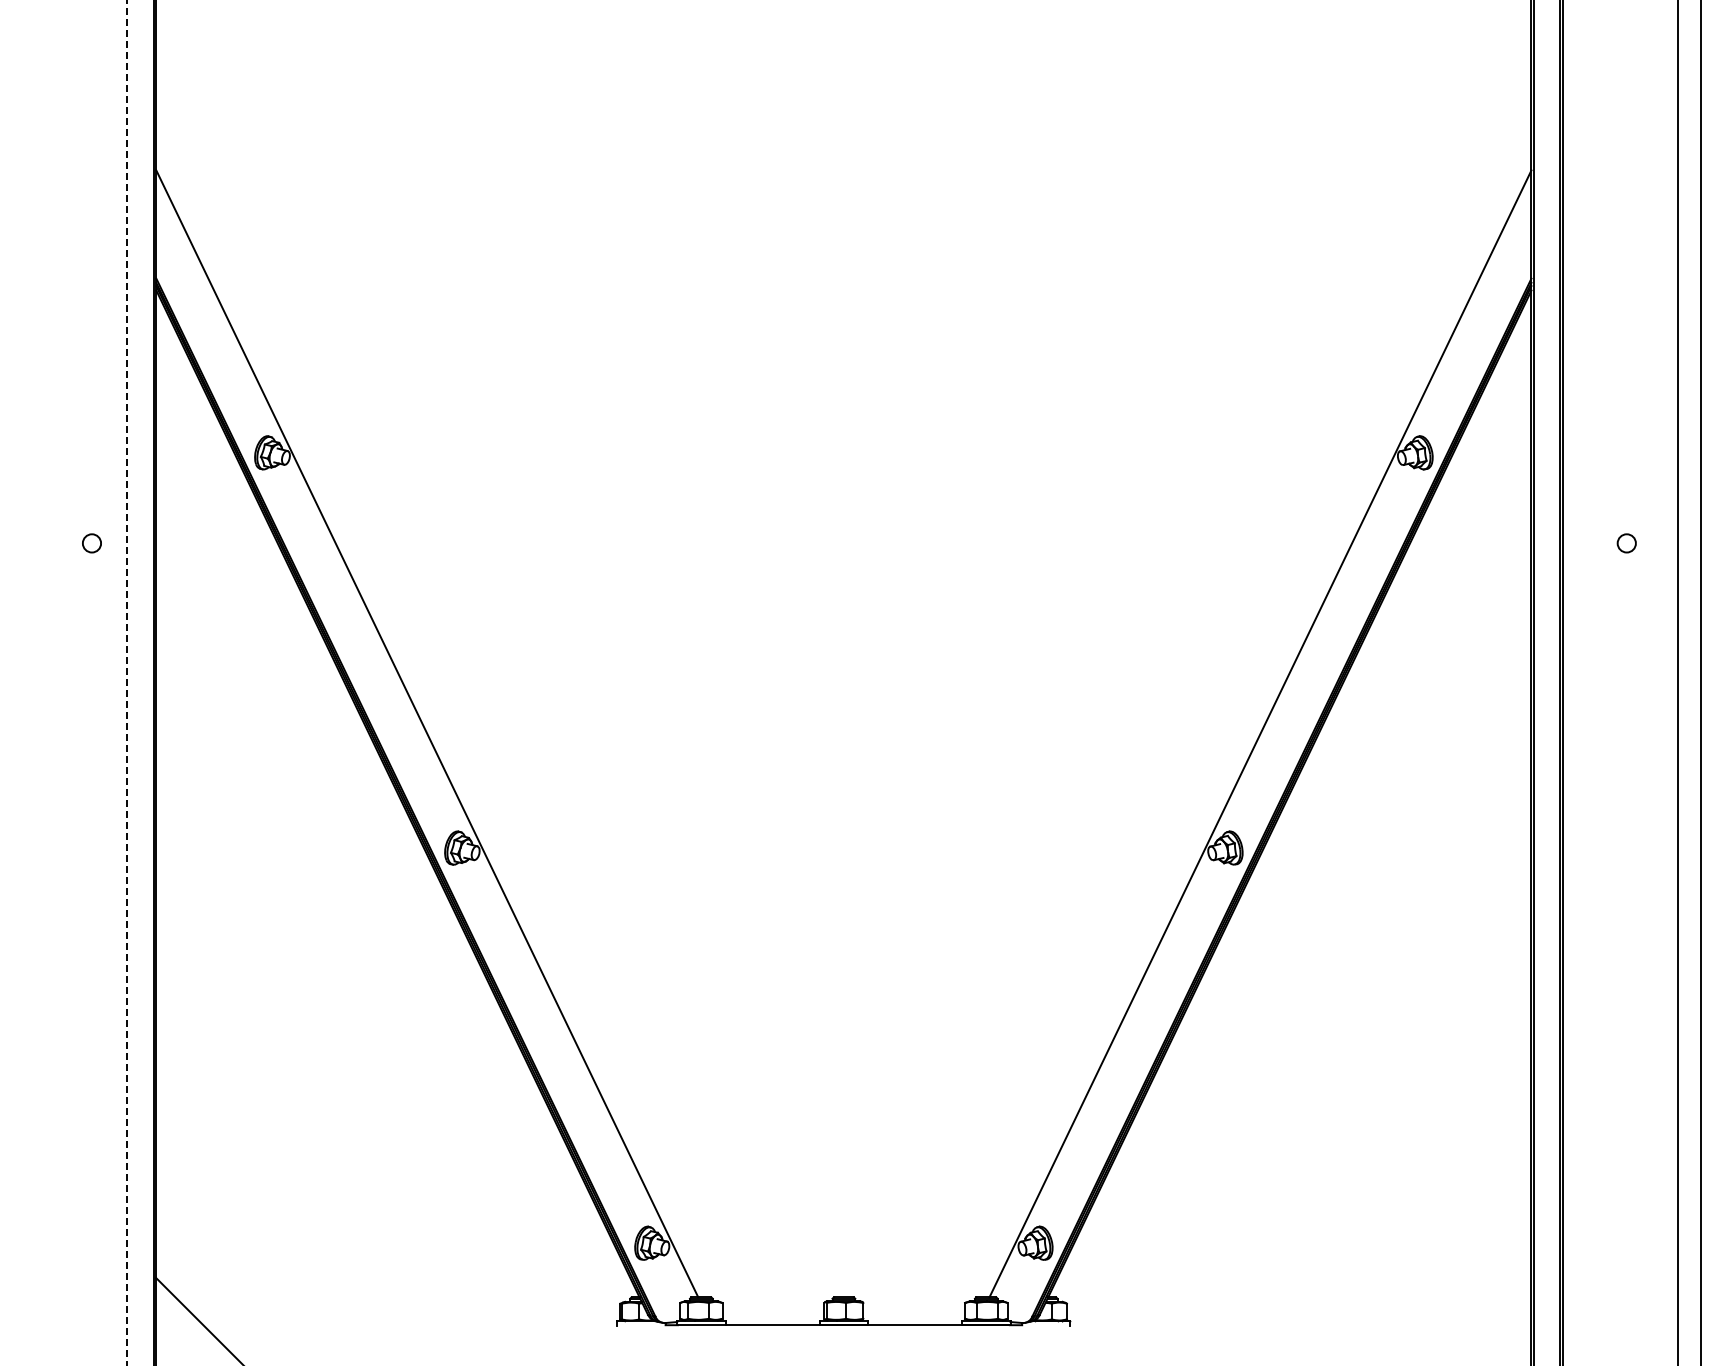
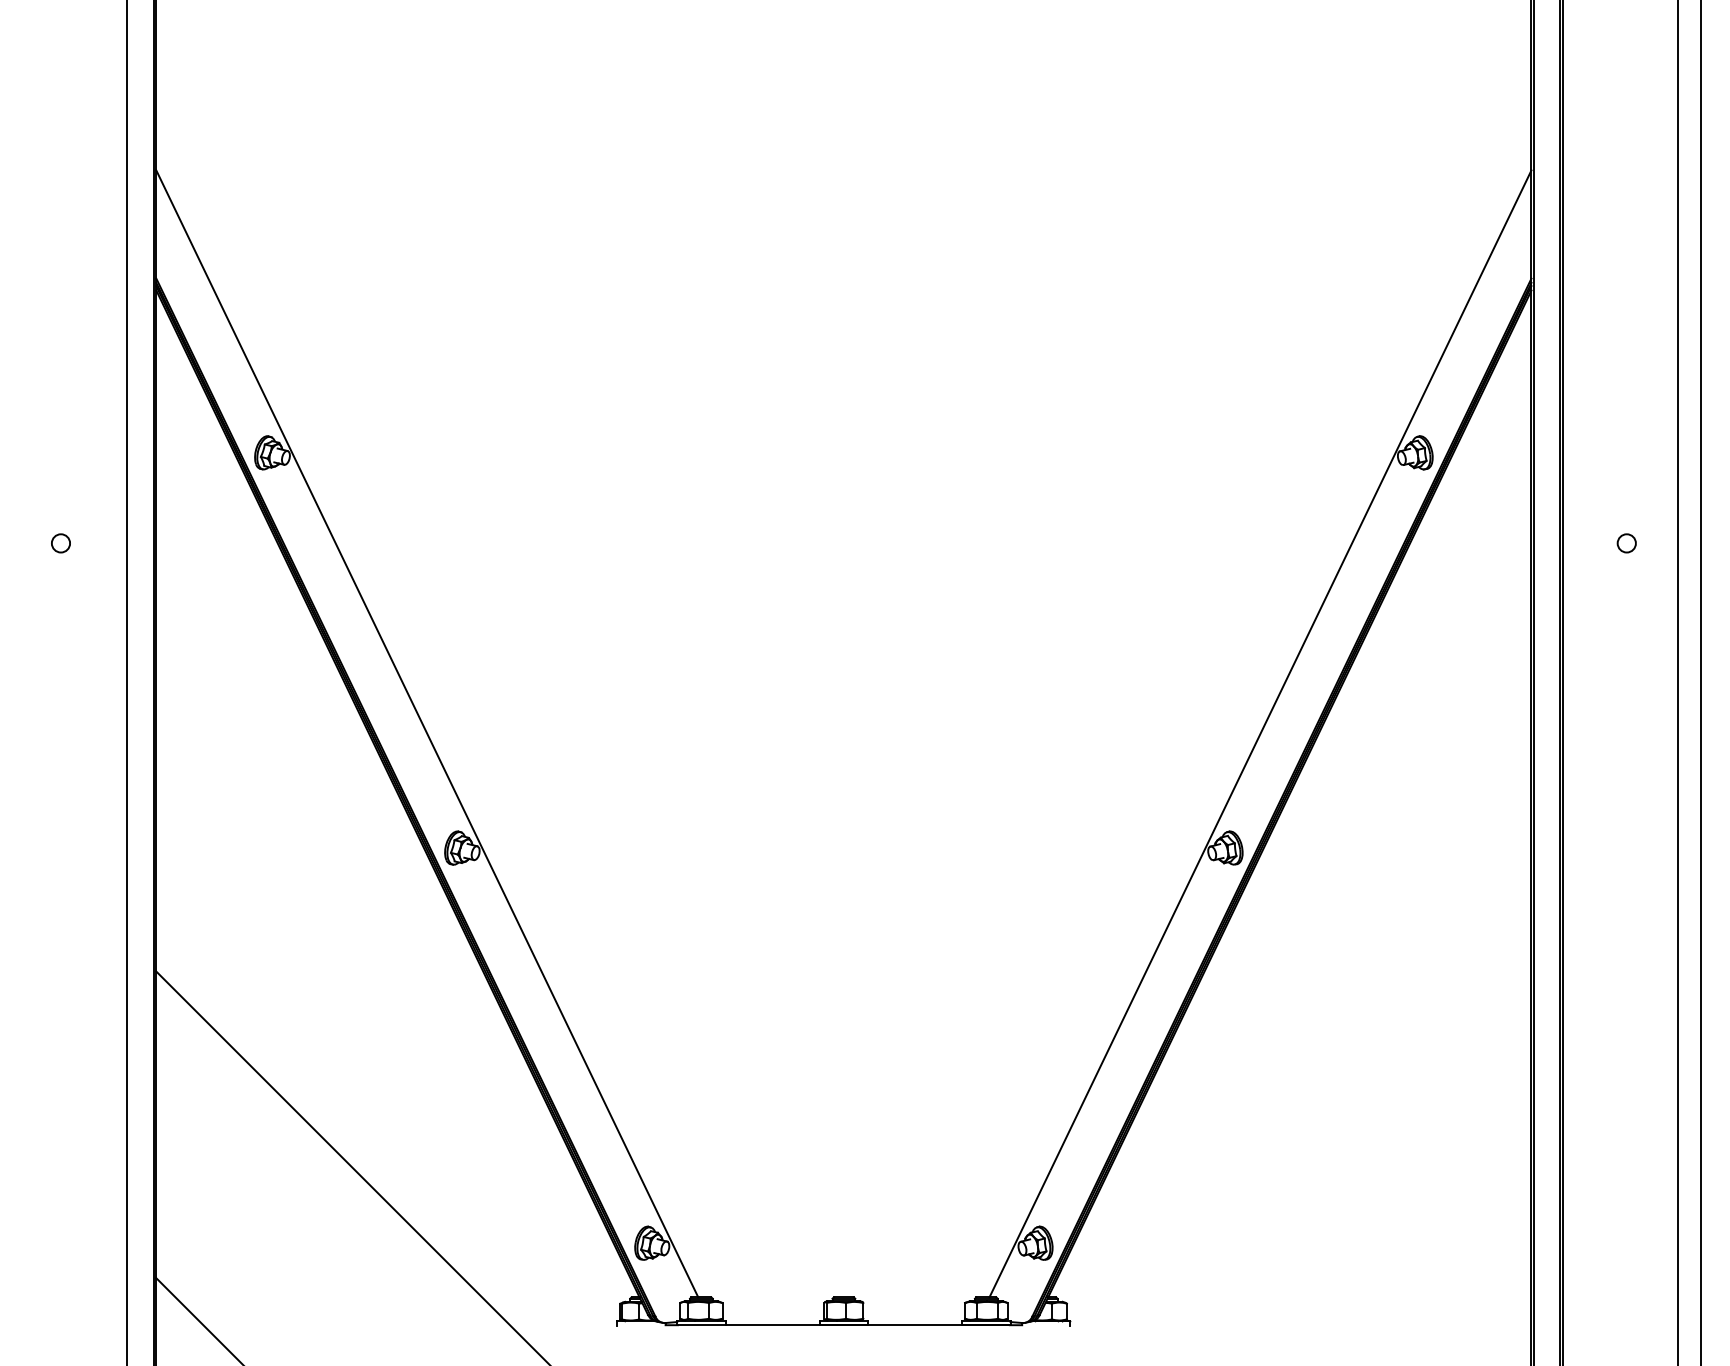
circle at (91, 543) position: (91, 543) -> (60, 543)
line at (127, 683): dashed -> solid
line at (351, 1166): none -> present
